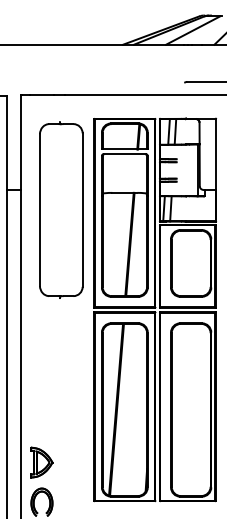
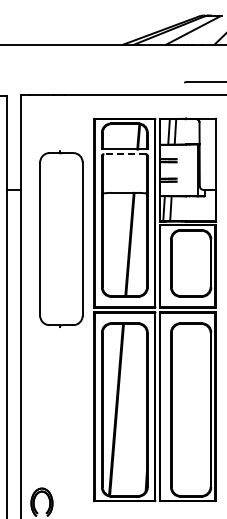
line at (124, 154): solid -> dashed
part at (61, 209) position: (61, 209) -> (61, 238)
part at (41, 462): present -> none
